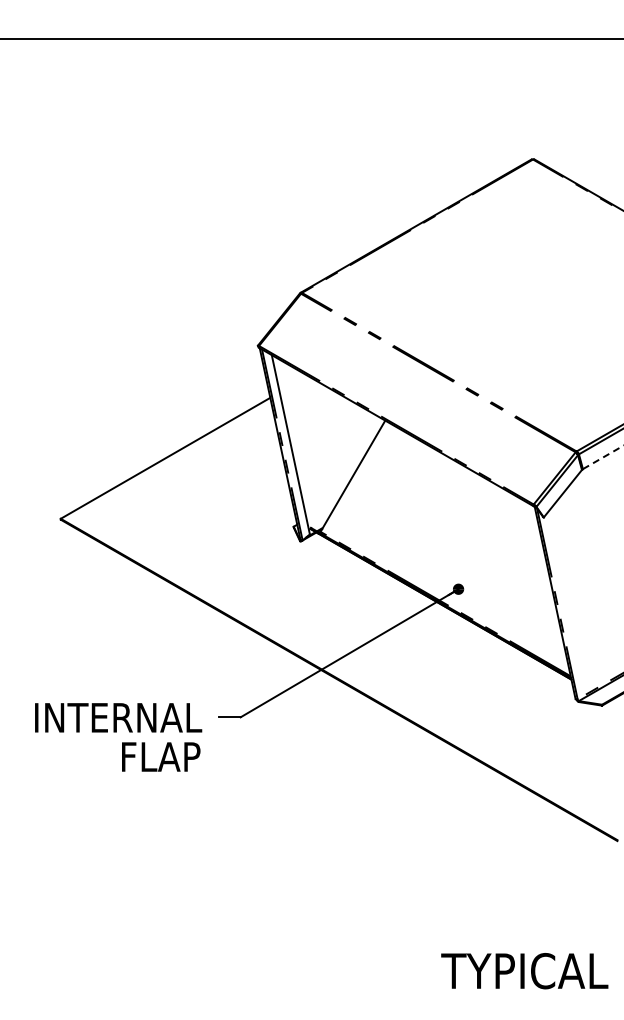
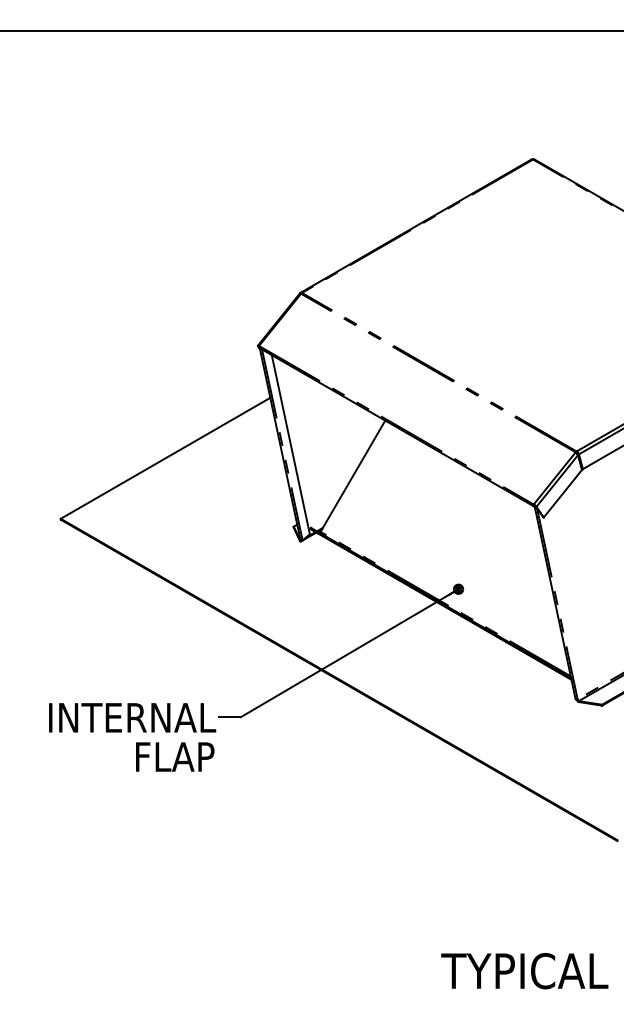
line at (311, 38) position: (311, 38) -> (311, 30)
line at (603, 457): dashed -> solid
text at (118, 737) position: (118, 737) -> (132, 737)
